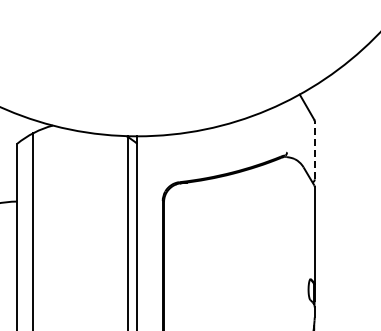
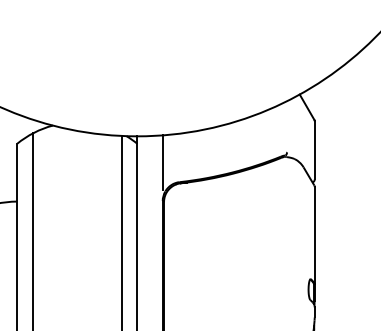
line at (314, 149): dashed -> solid
line at (162, 162): none -> present
line at (127, 231) position: (127, 231) -> (121, 231)
